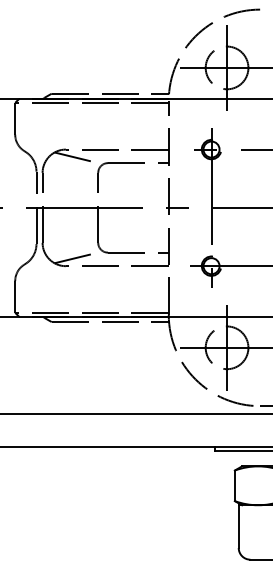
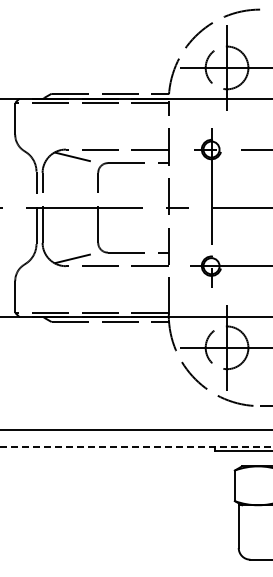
line at (135, 413) position: (135, 413) -> (135, 429)
line at (136, 446): solid -> dashed
